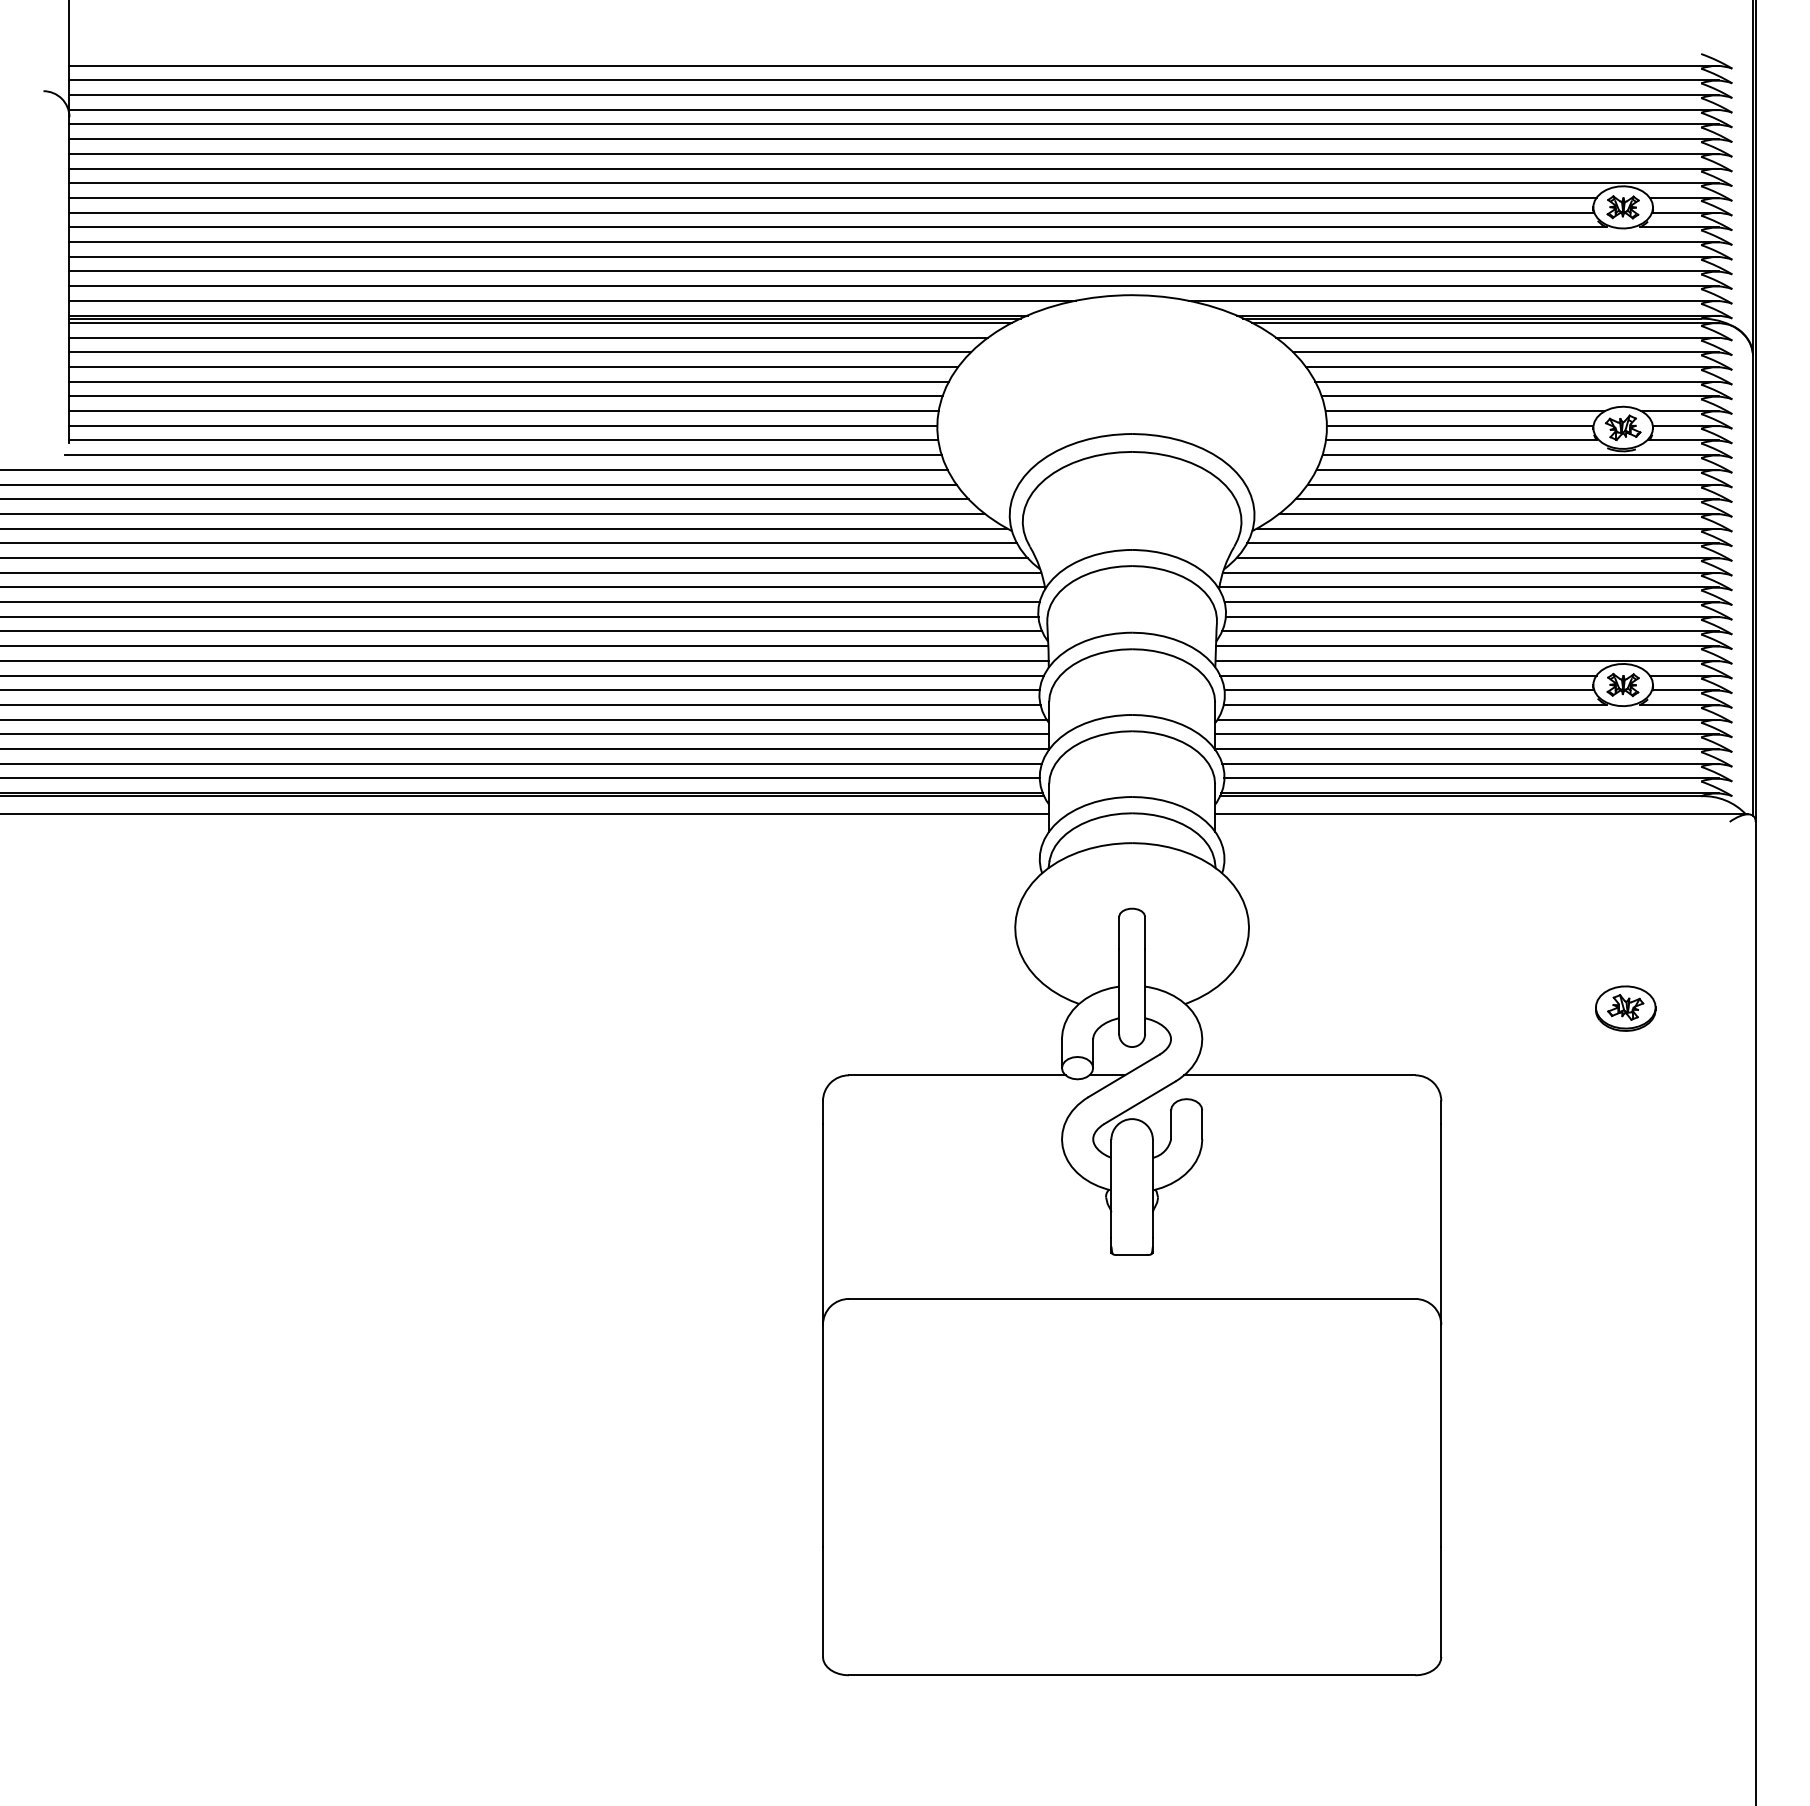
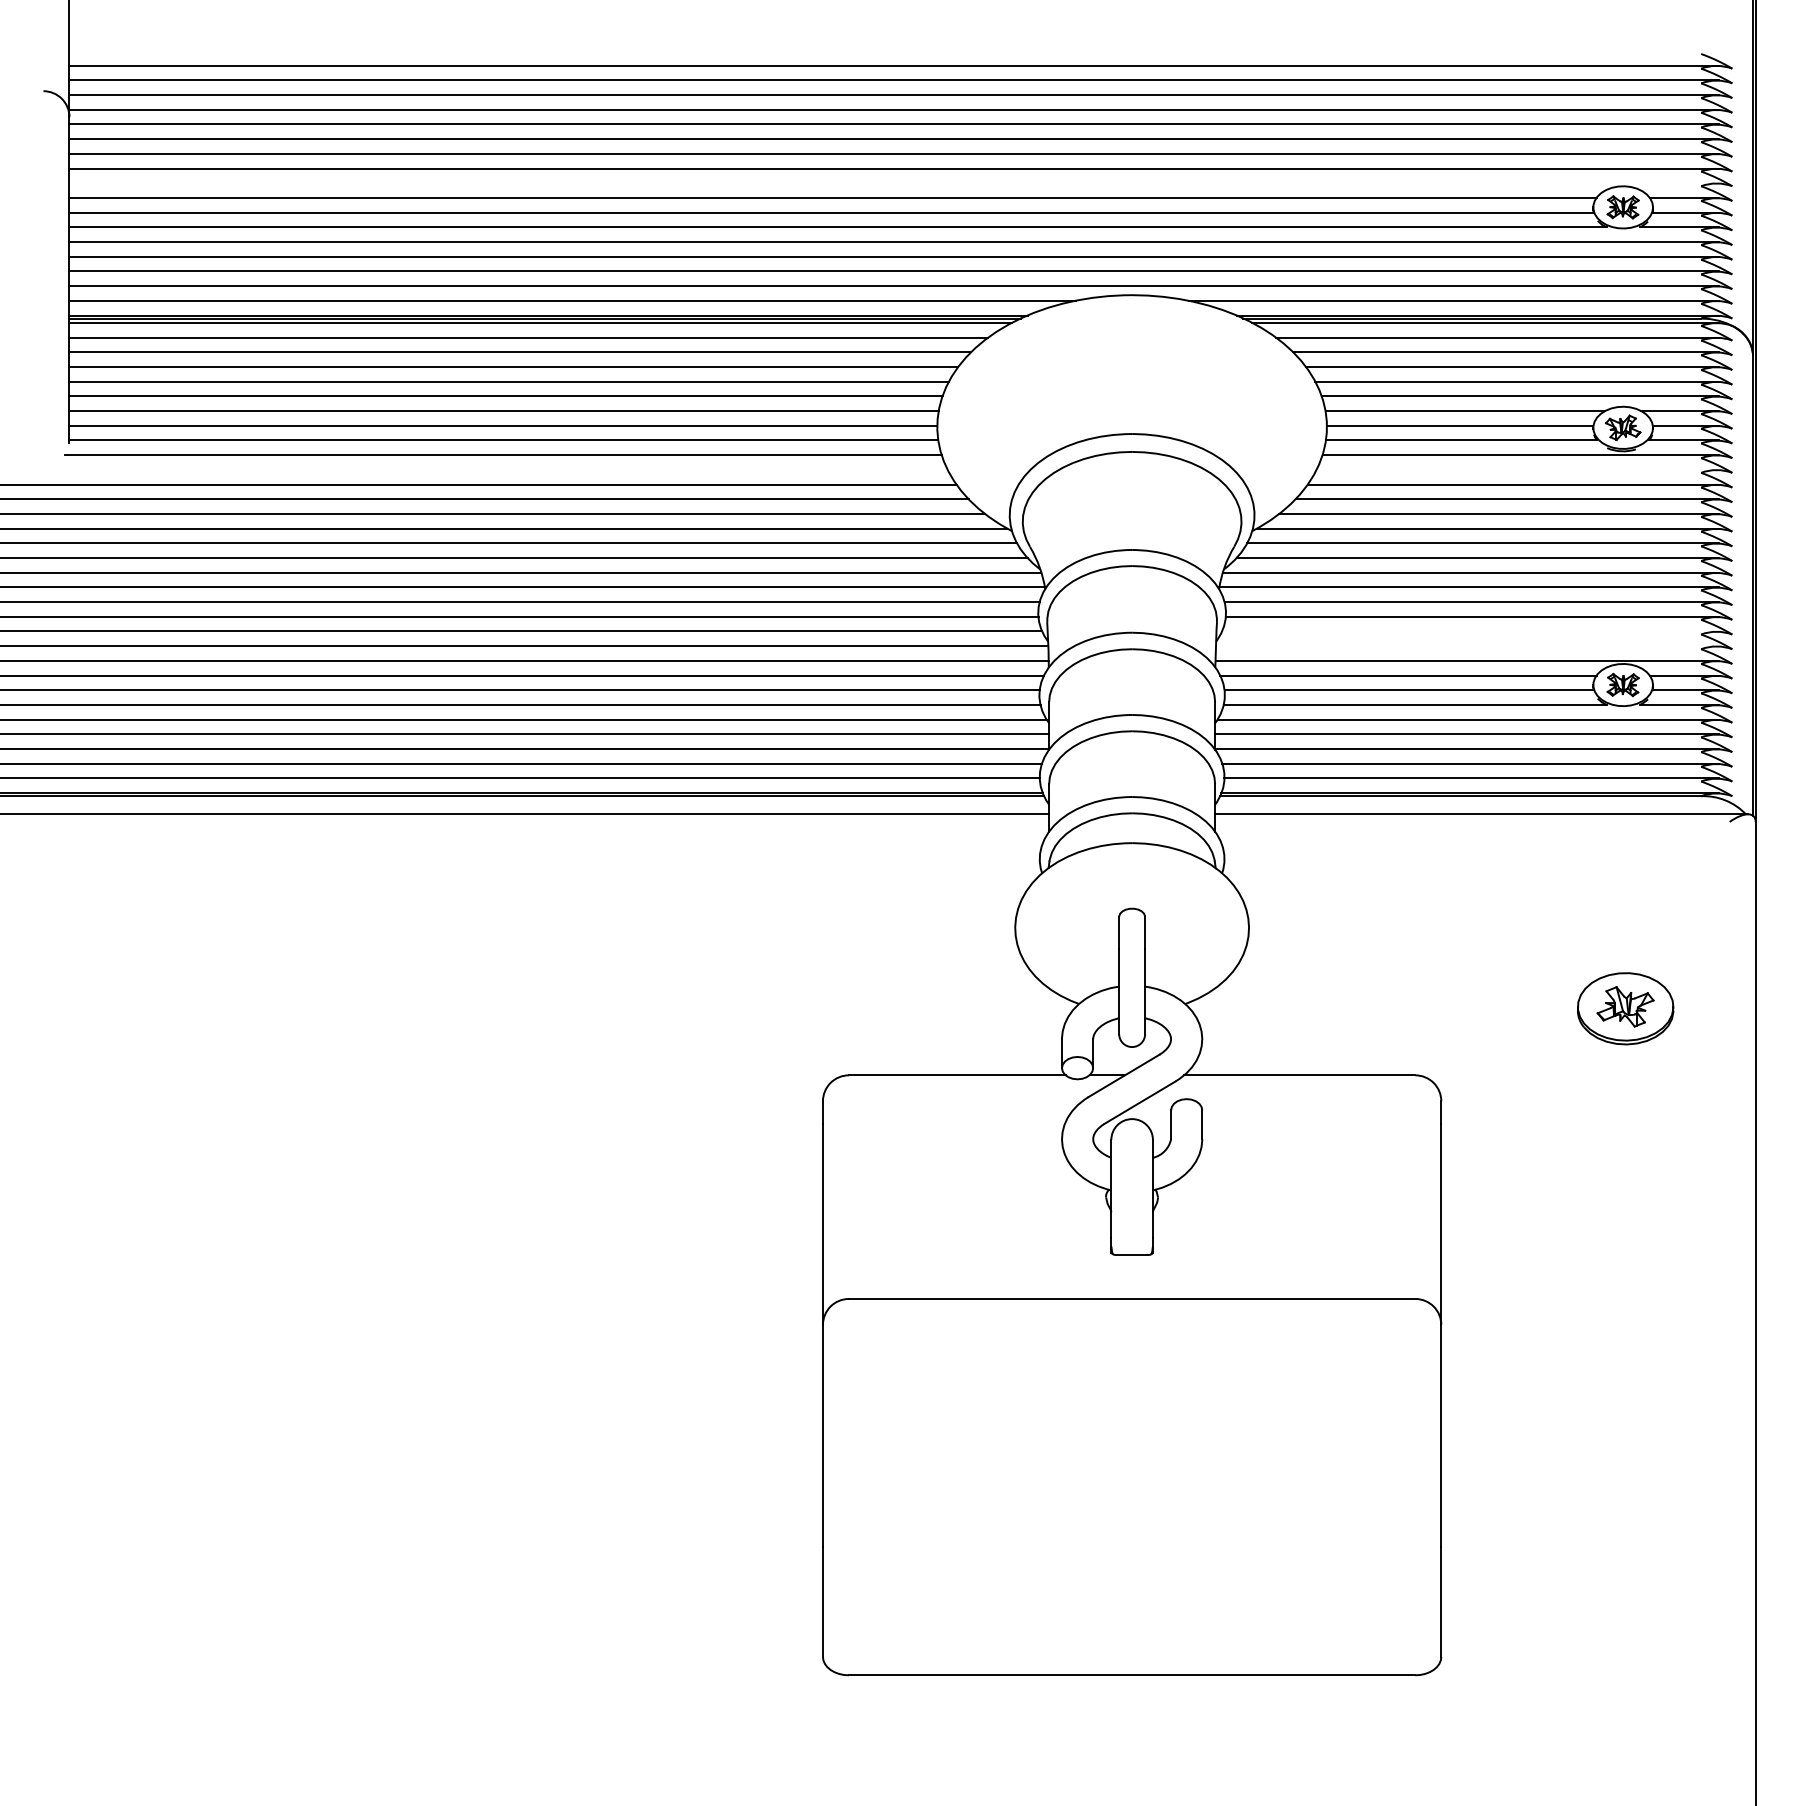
line at (893, 183): present -> none
line at (474, 469): present -> none
line at (1517, 469): present -> none
line at (1469, 631): present -> none
line at (1467, 646): present -> none
part at (1625, 1008) size: 62x47 px -> 98x74 px
